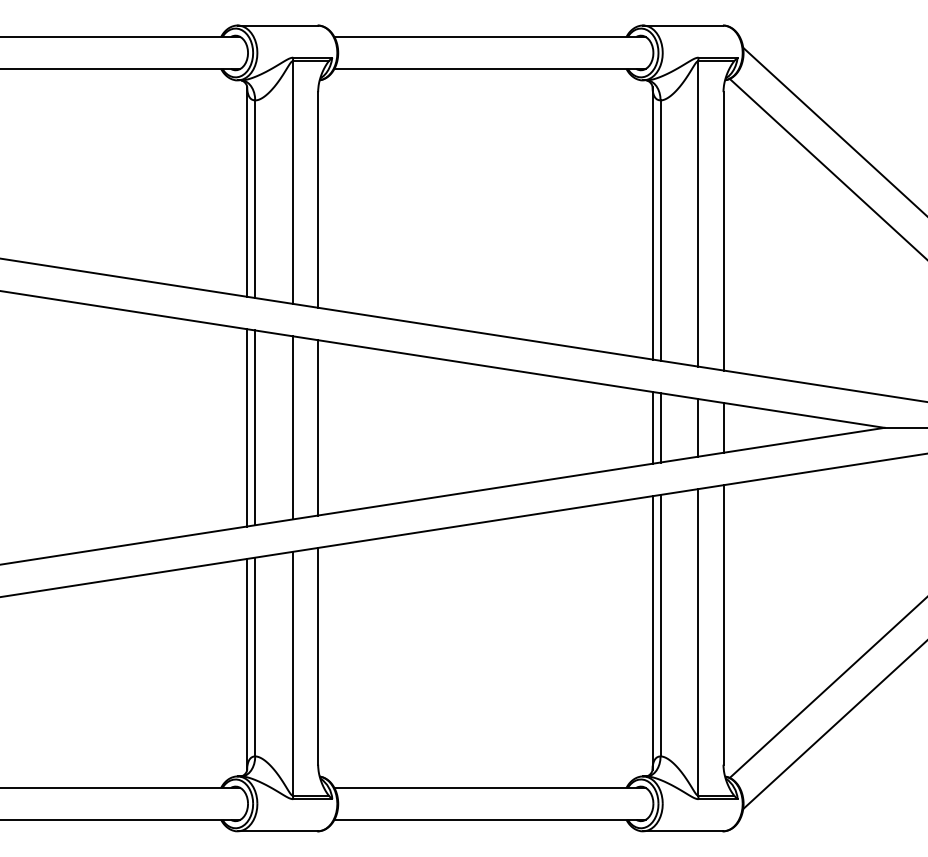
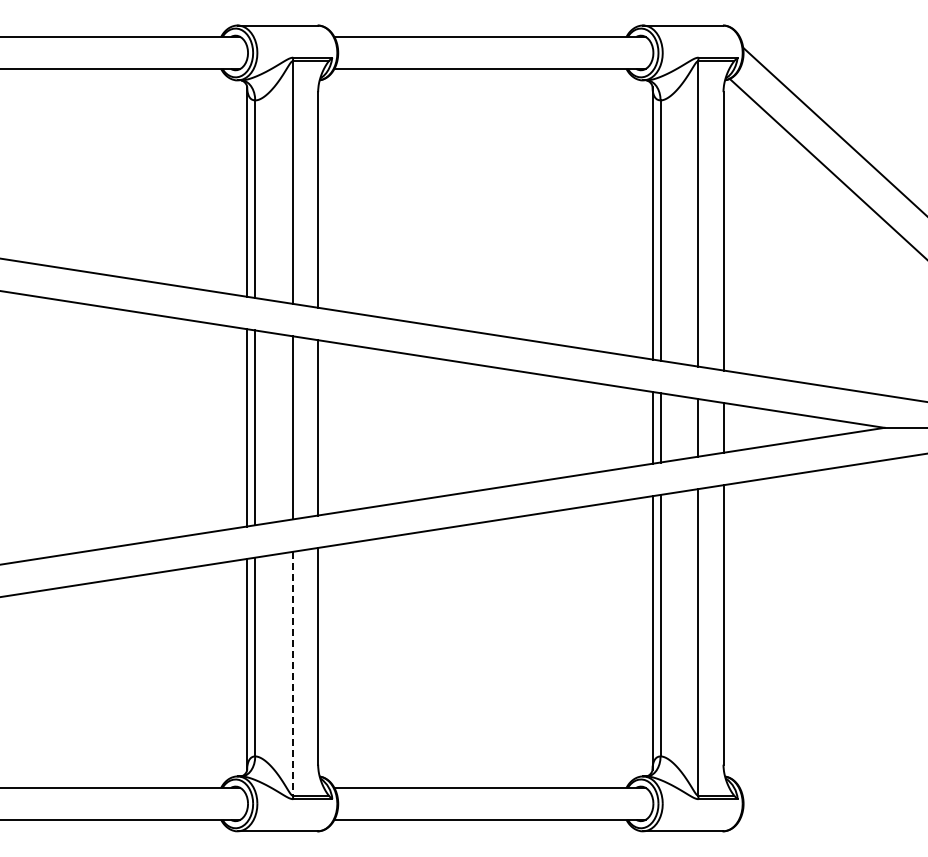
line at (293, 673): solid -> dashed
line at (826, 688): present -> none
line at (833, 725): present -> none
